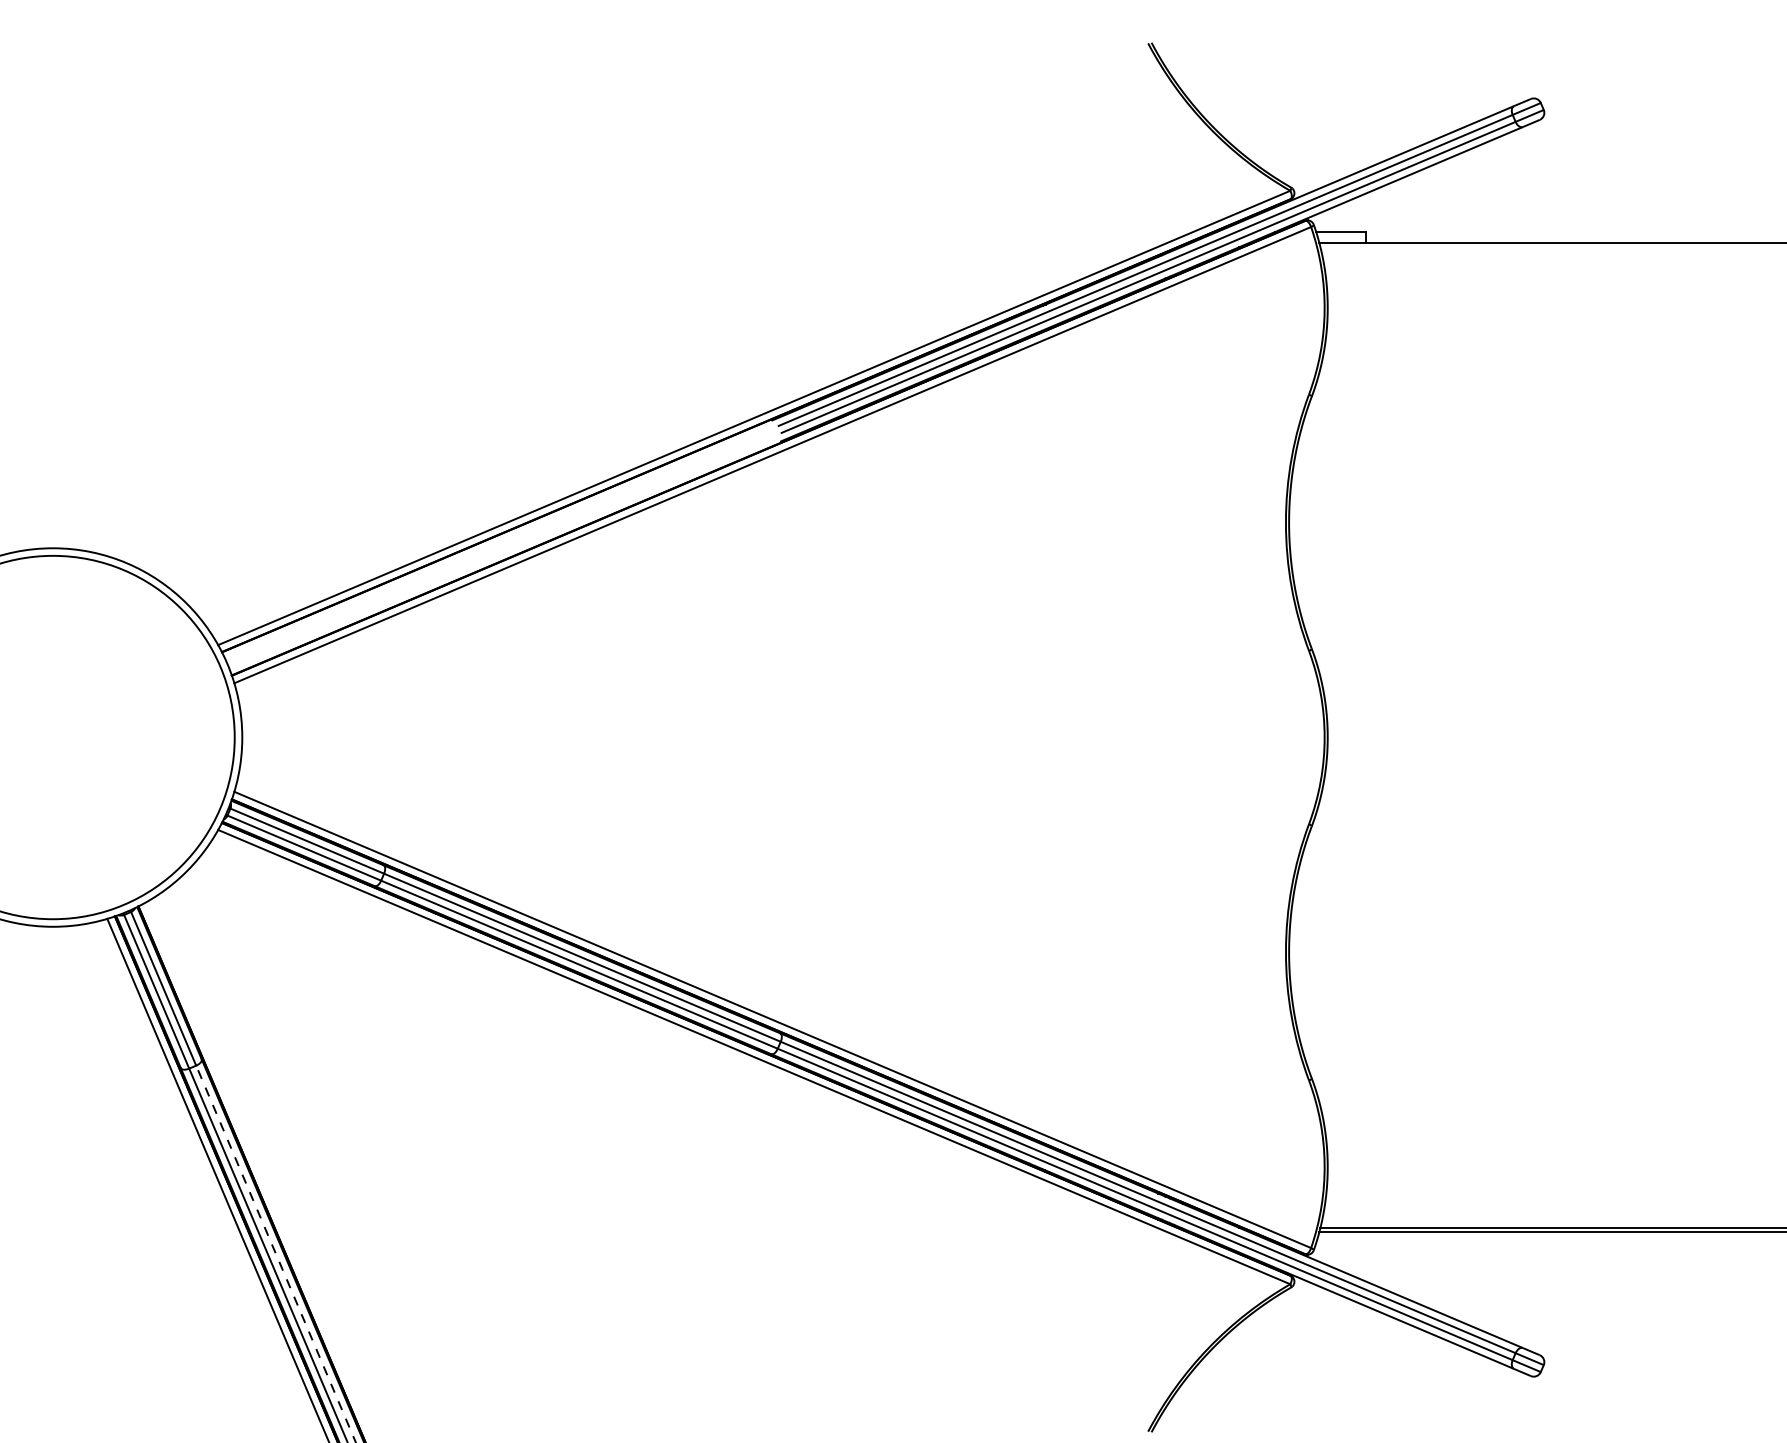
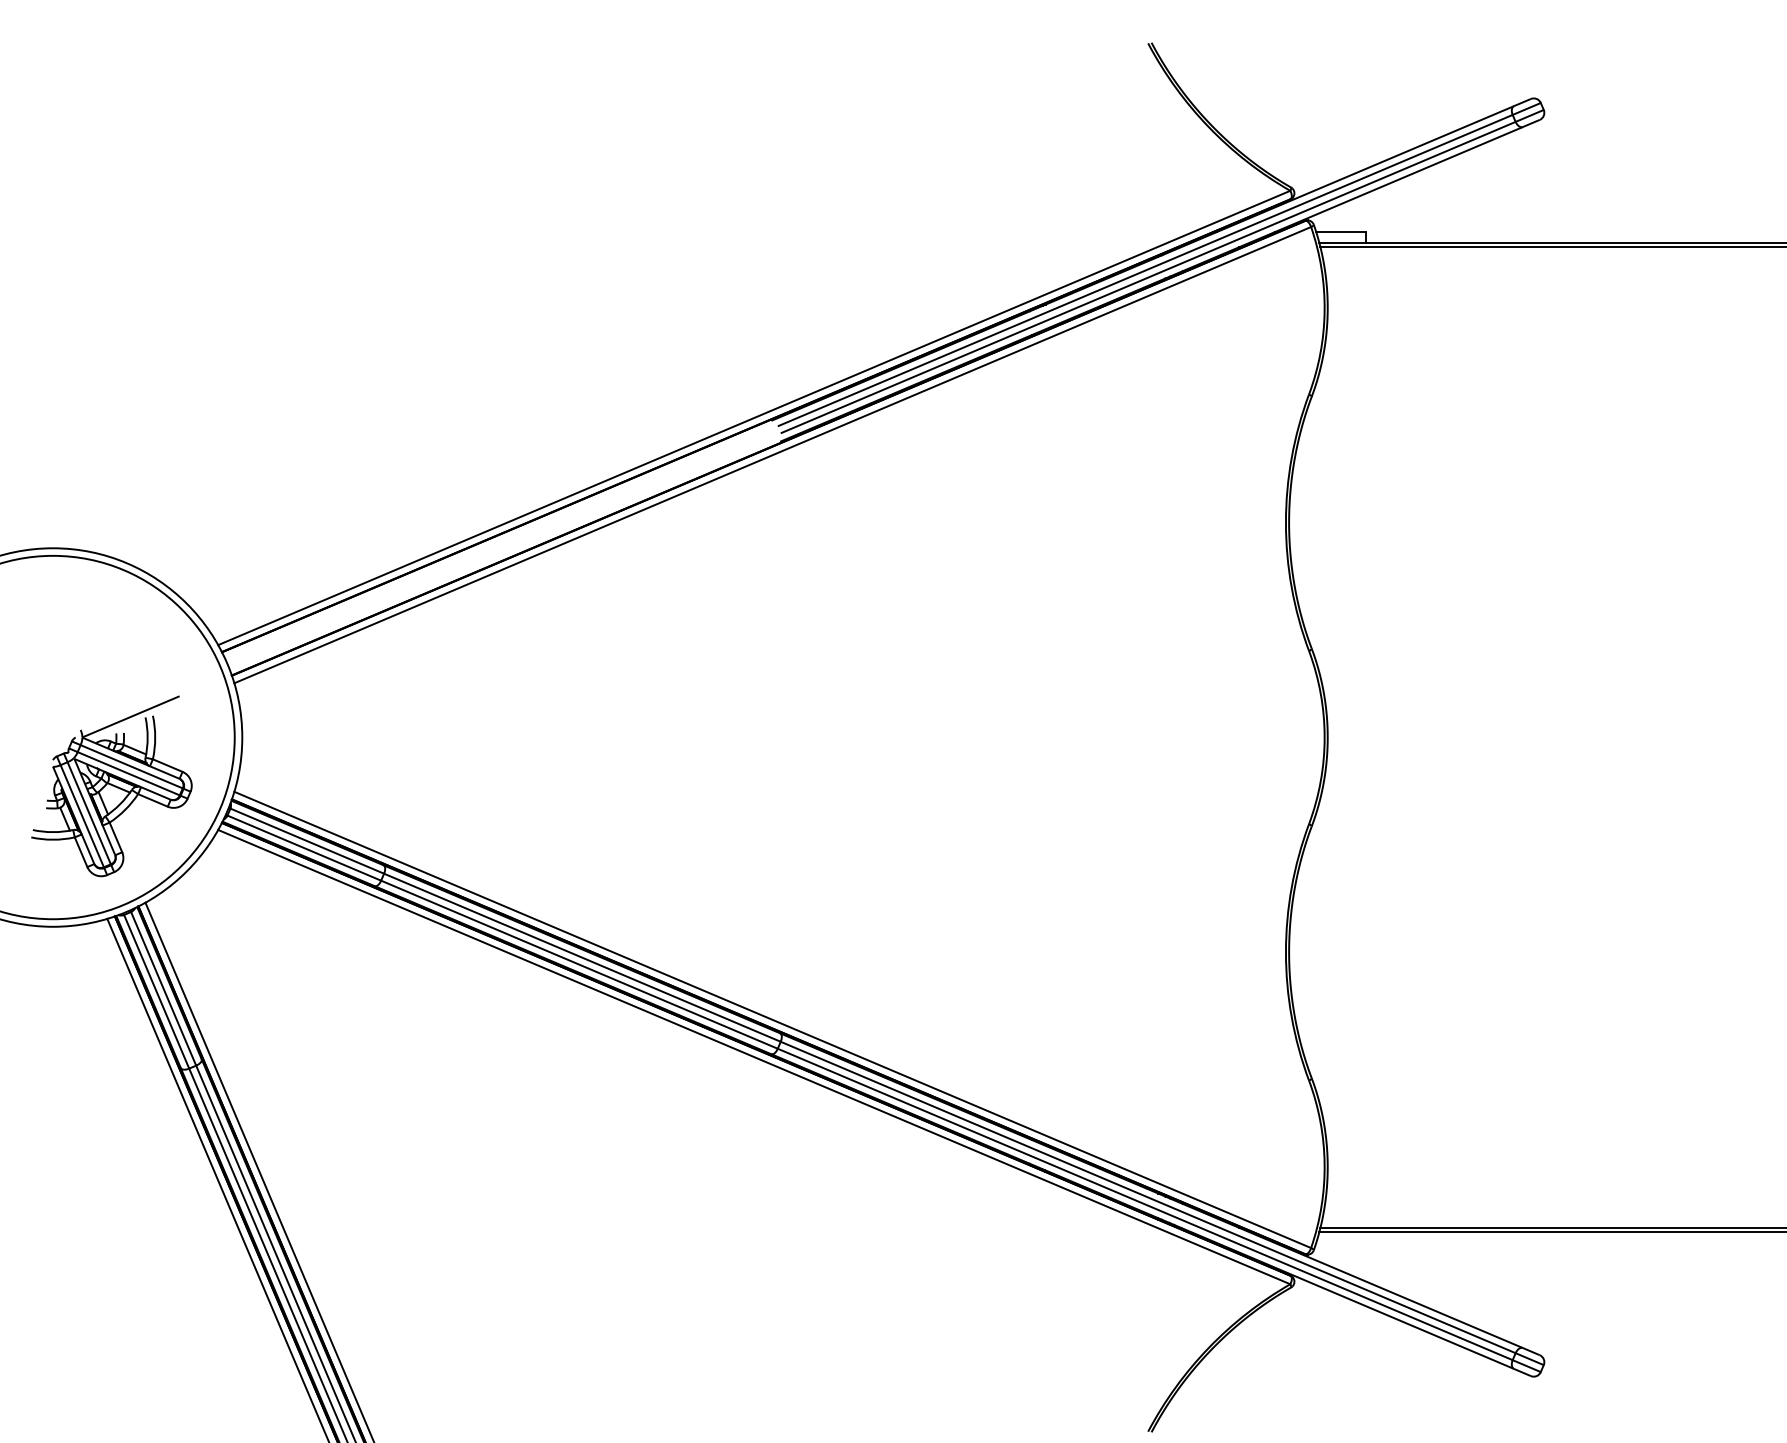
line at (1551, 247): none -> present
part at (111, 786): none -> present
line at (259, 1170): none -> present
line at (276, 1254): dashed -> solid
